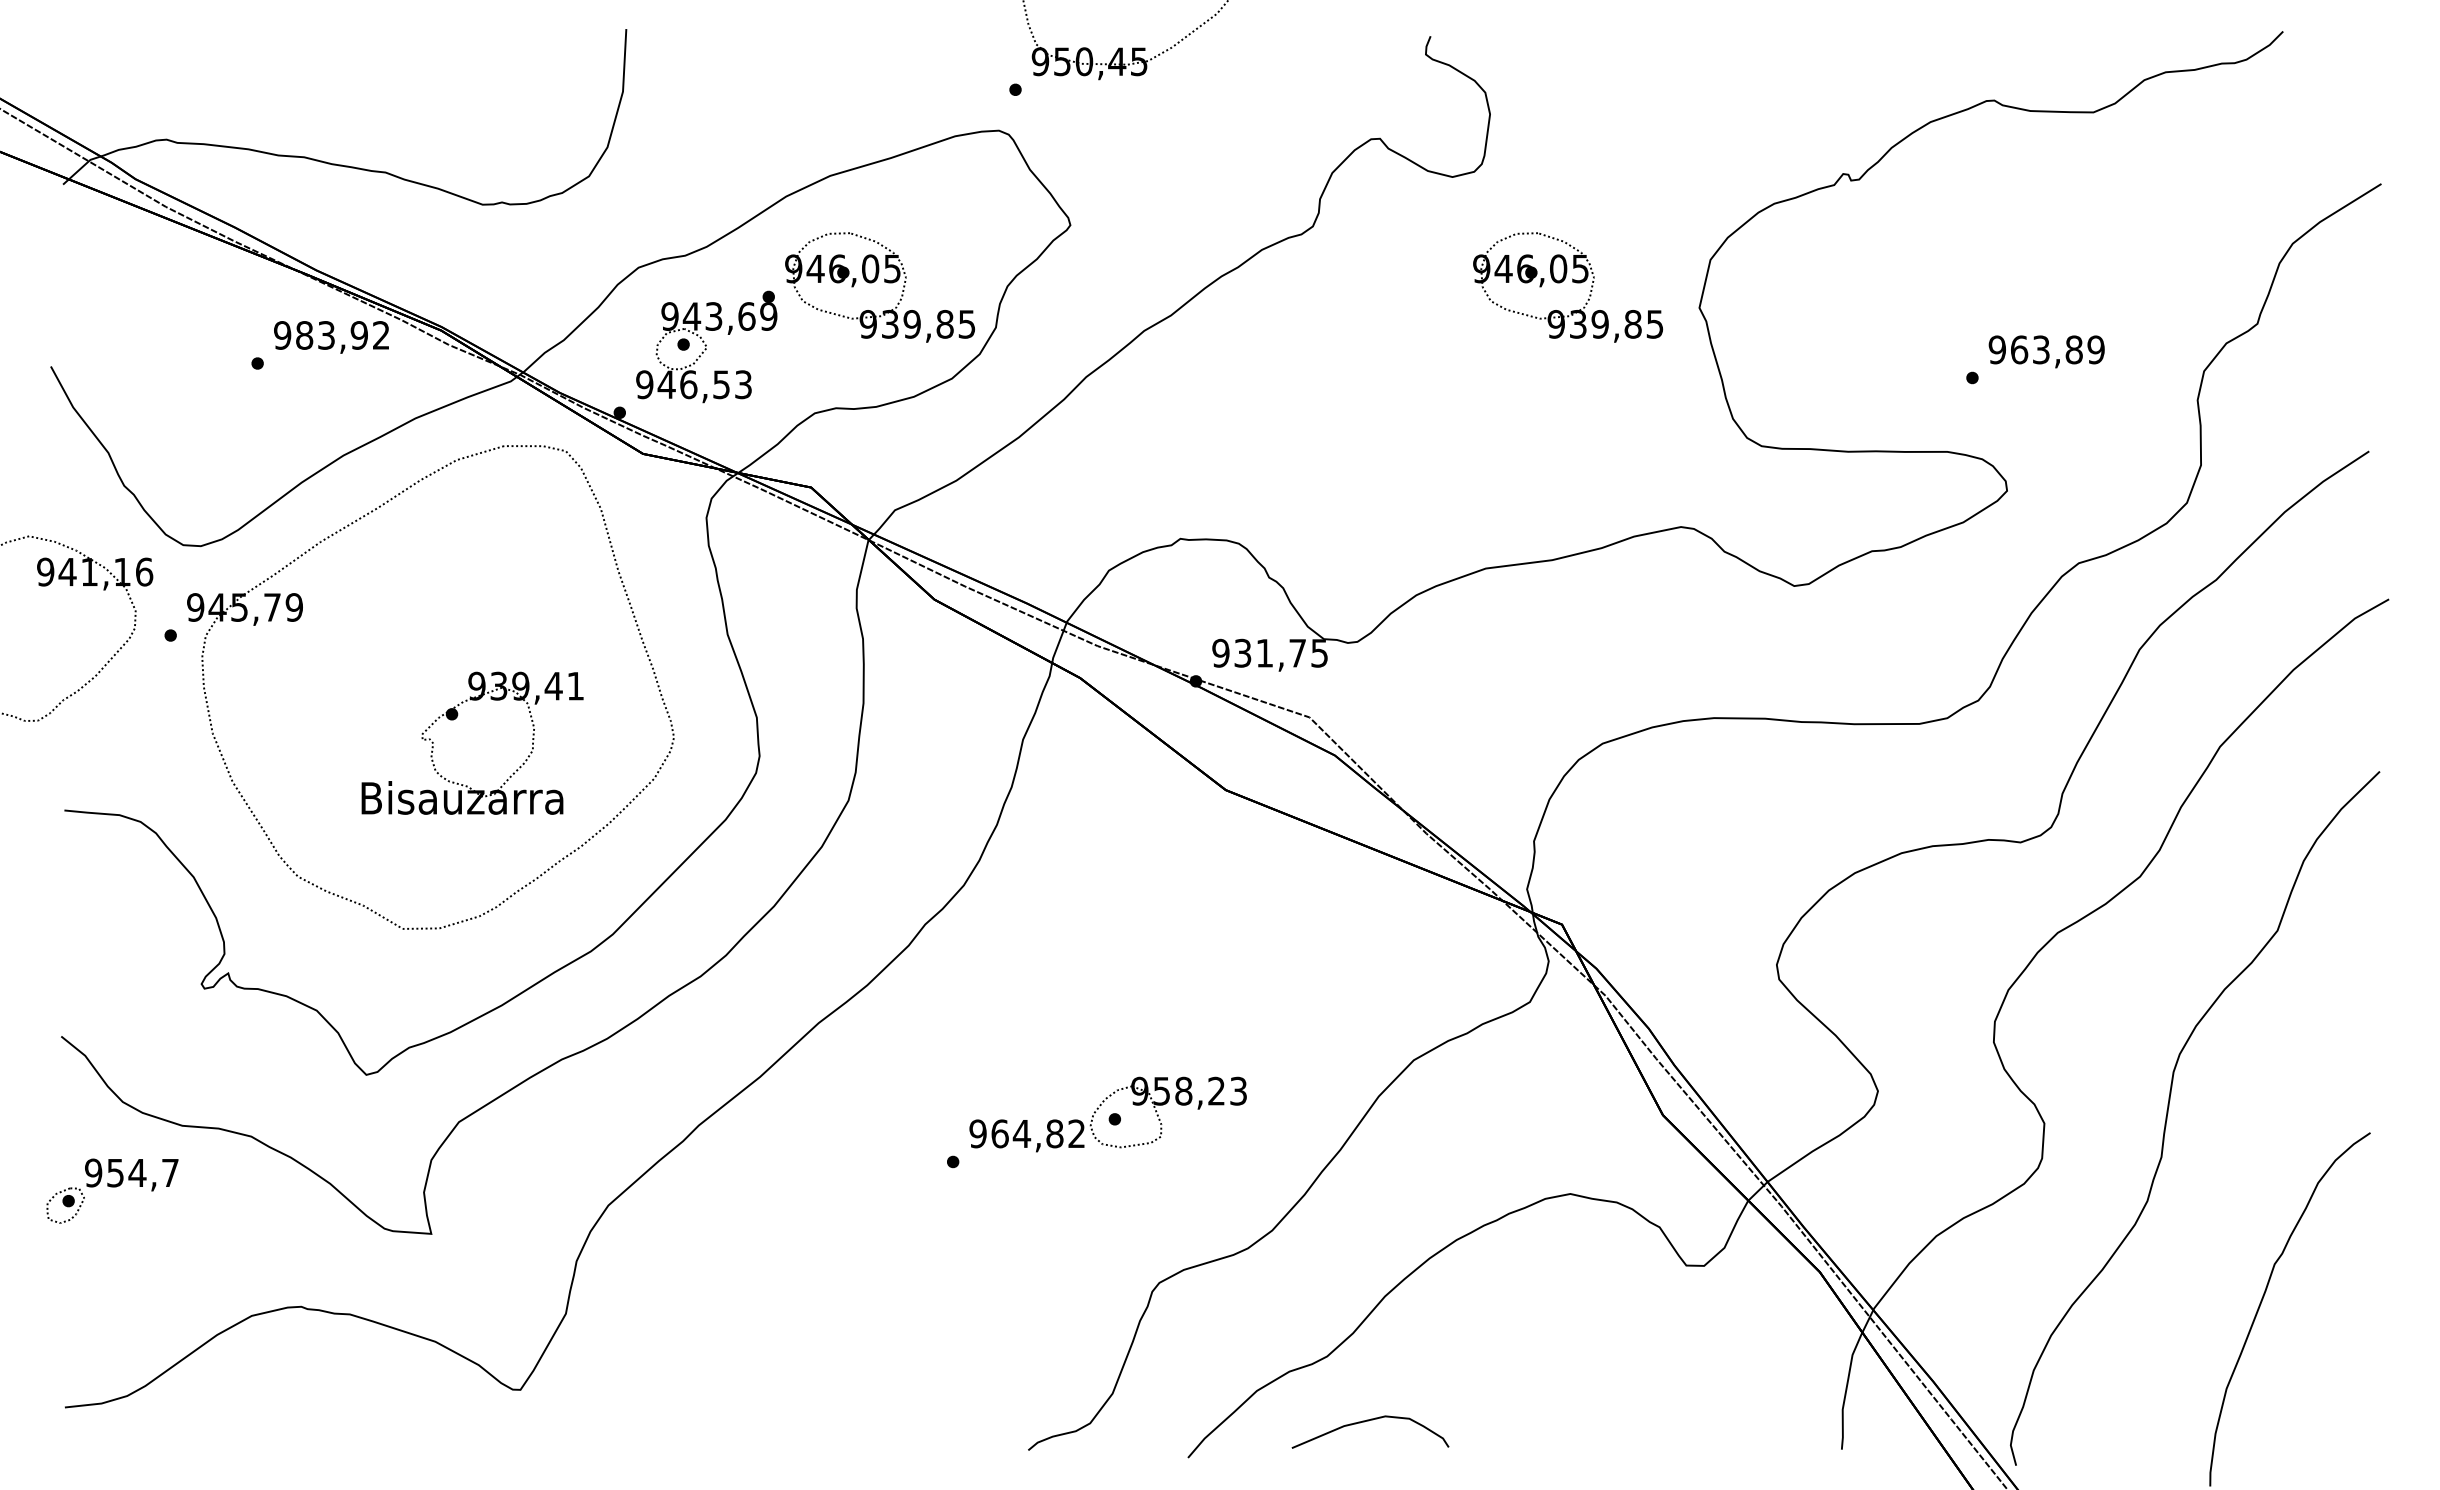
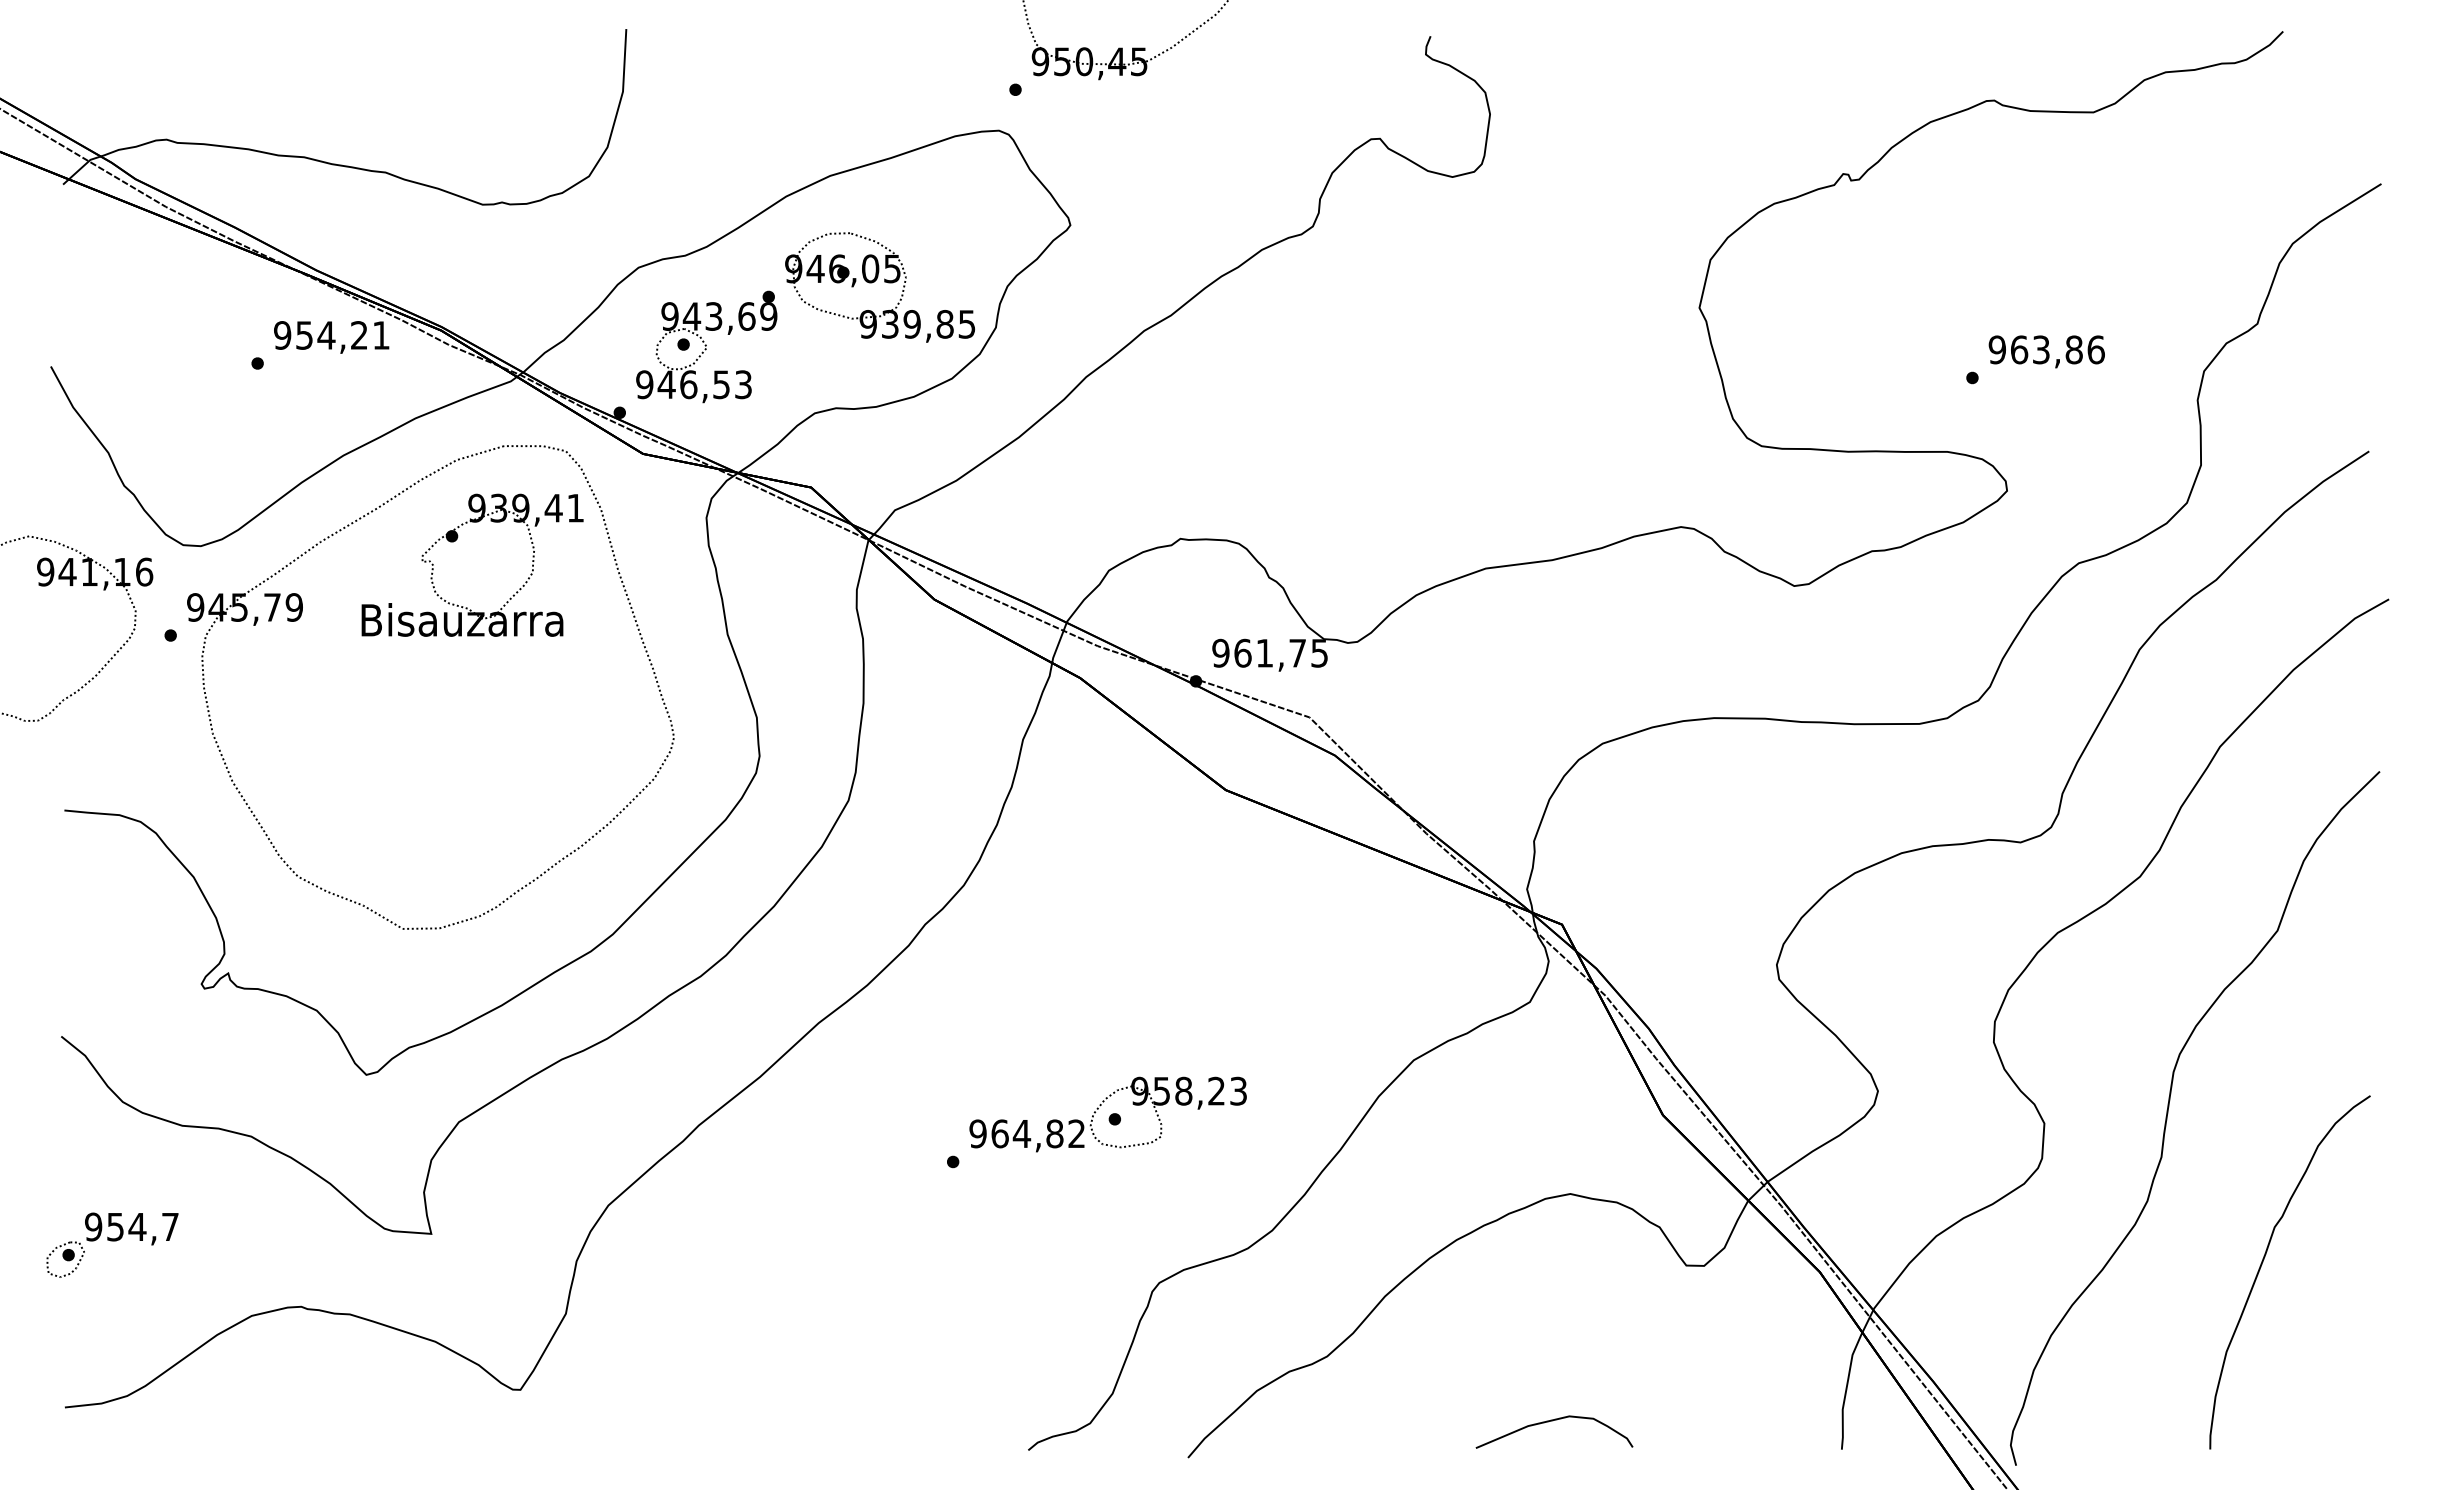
part at (1572, 282): present -> none
text at (342, 335): 983,92 -> 954,21
text at (2095, 349): 963,89 -> 963,86
text at (1242, 652): 931,75 -> 961,75
part at (455, 719) position: (455, 719) -> (455, 541)
part at (112, 1190) position: (112, 1190) -> (112, 1244)
curve at (2263, 1299) position: (2263, 1299) -> (2263, 1262)
curve at (1368, 1421) position: (1368, 1421) -> (1552, 1421)
